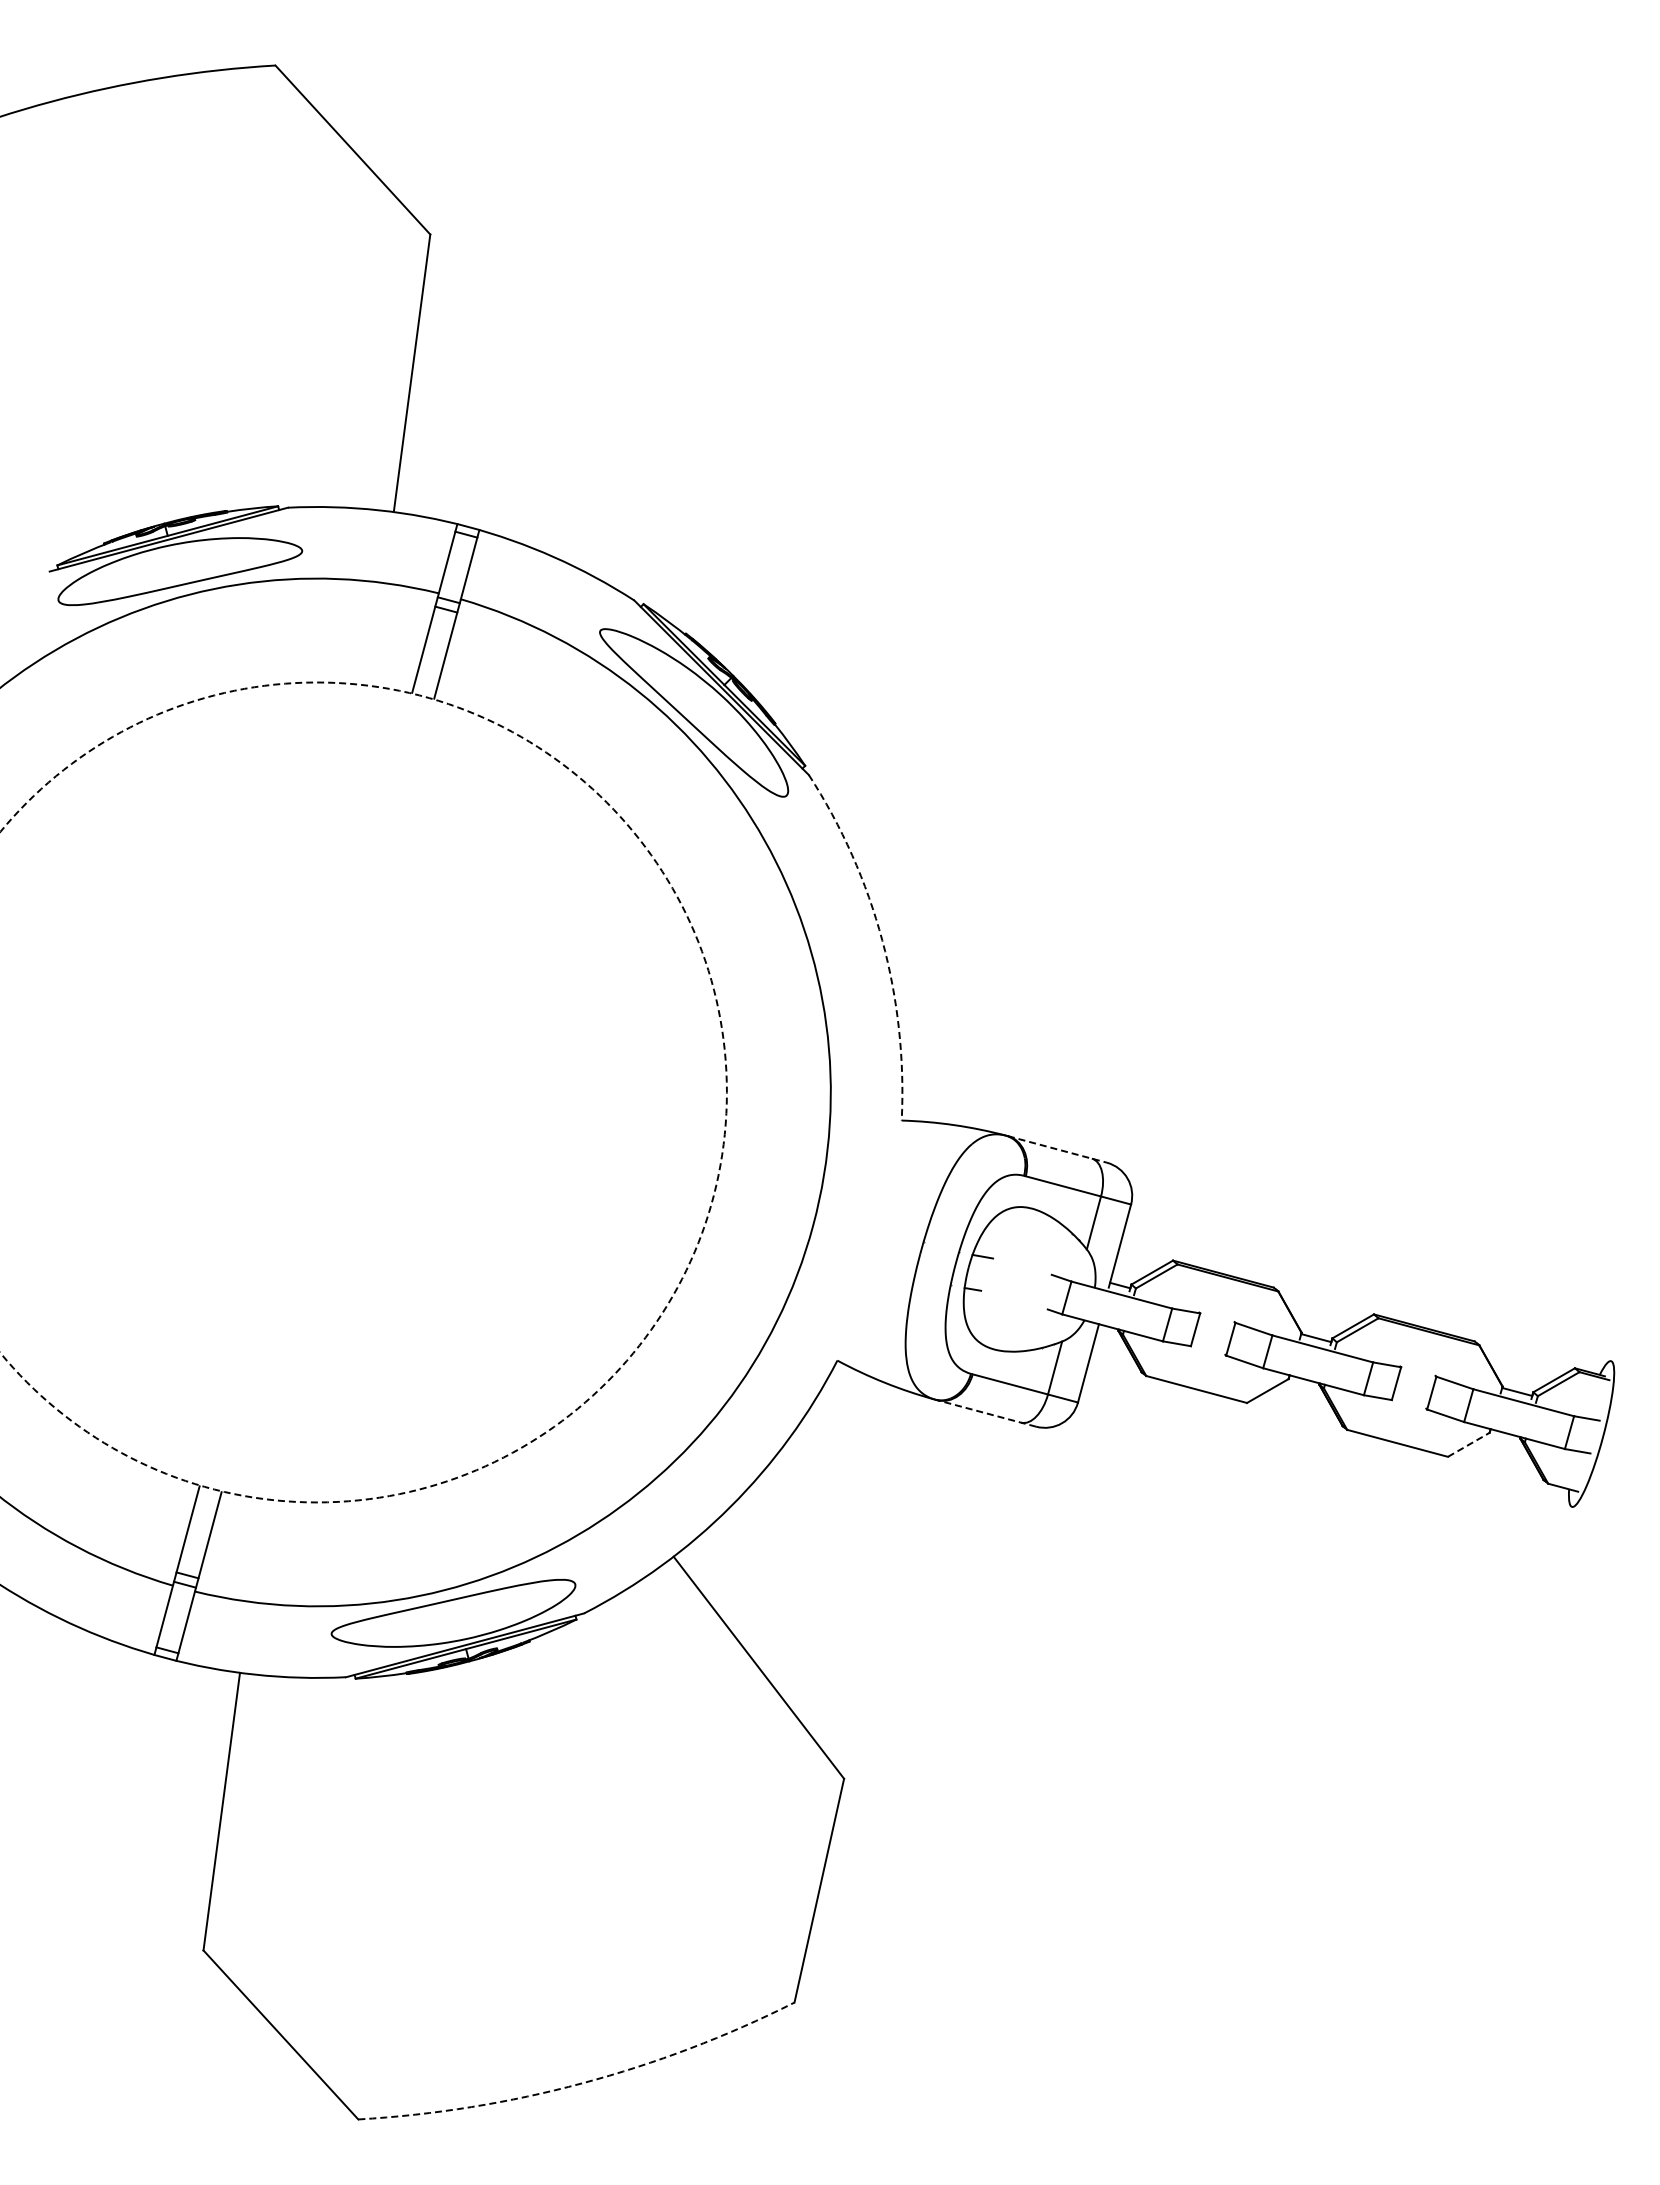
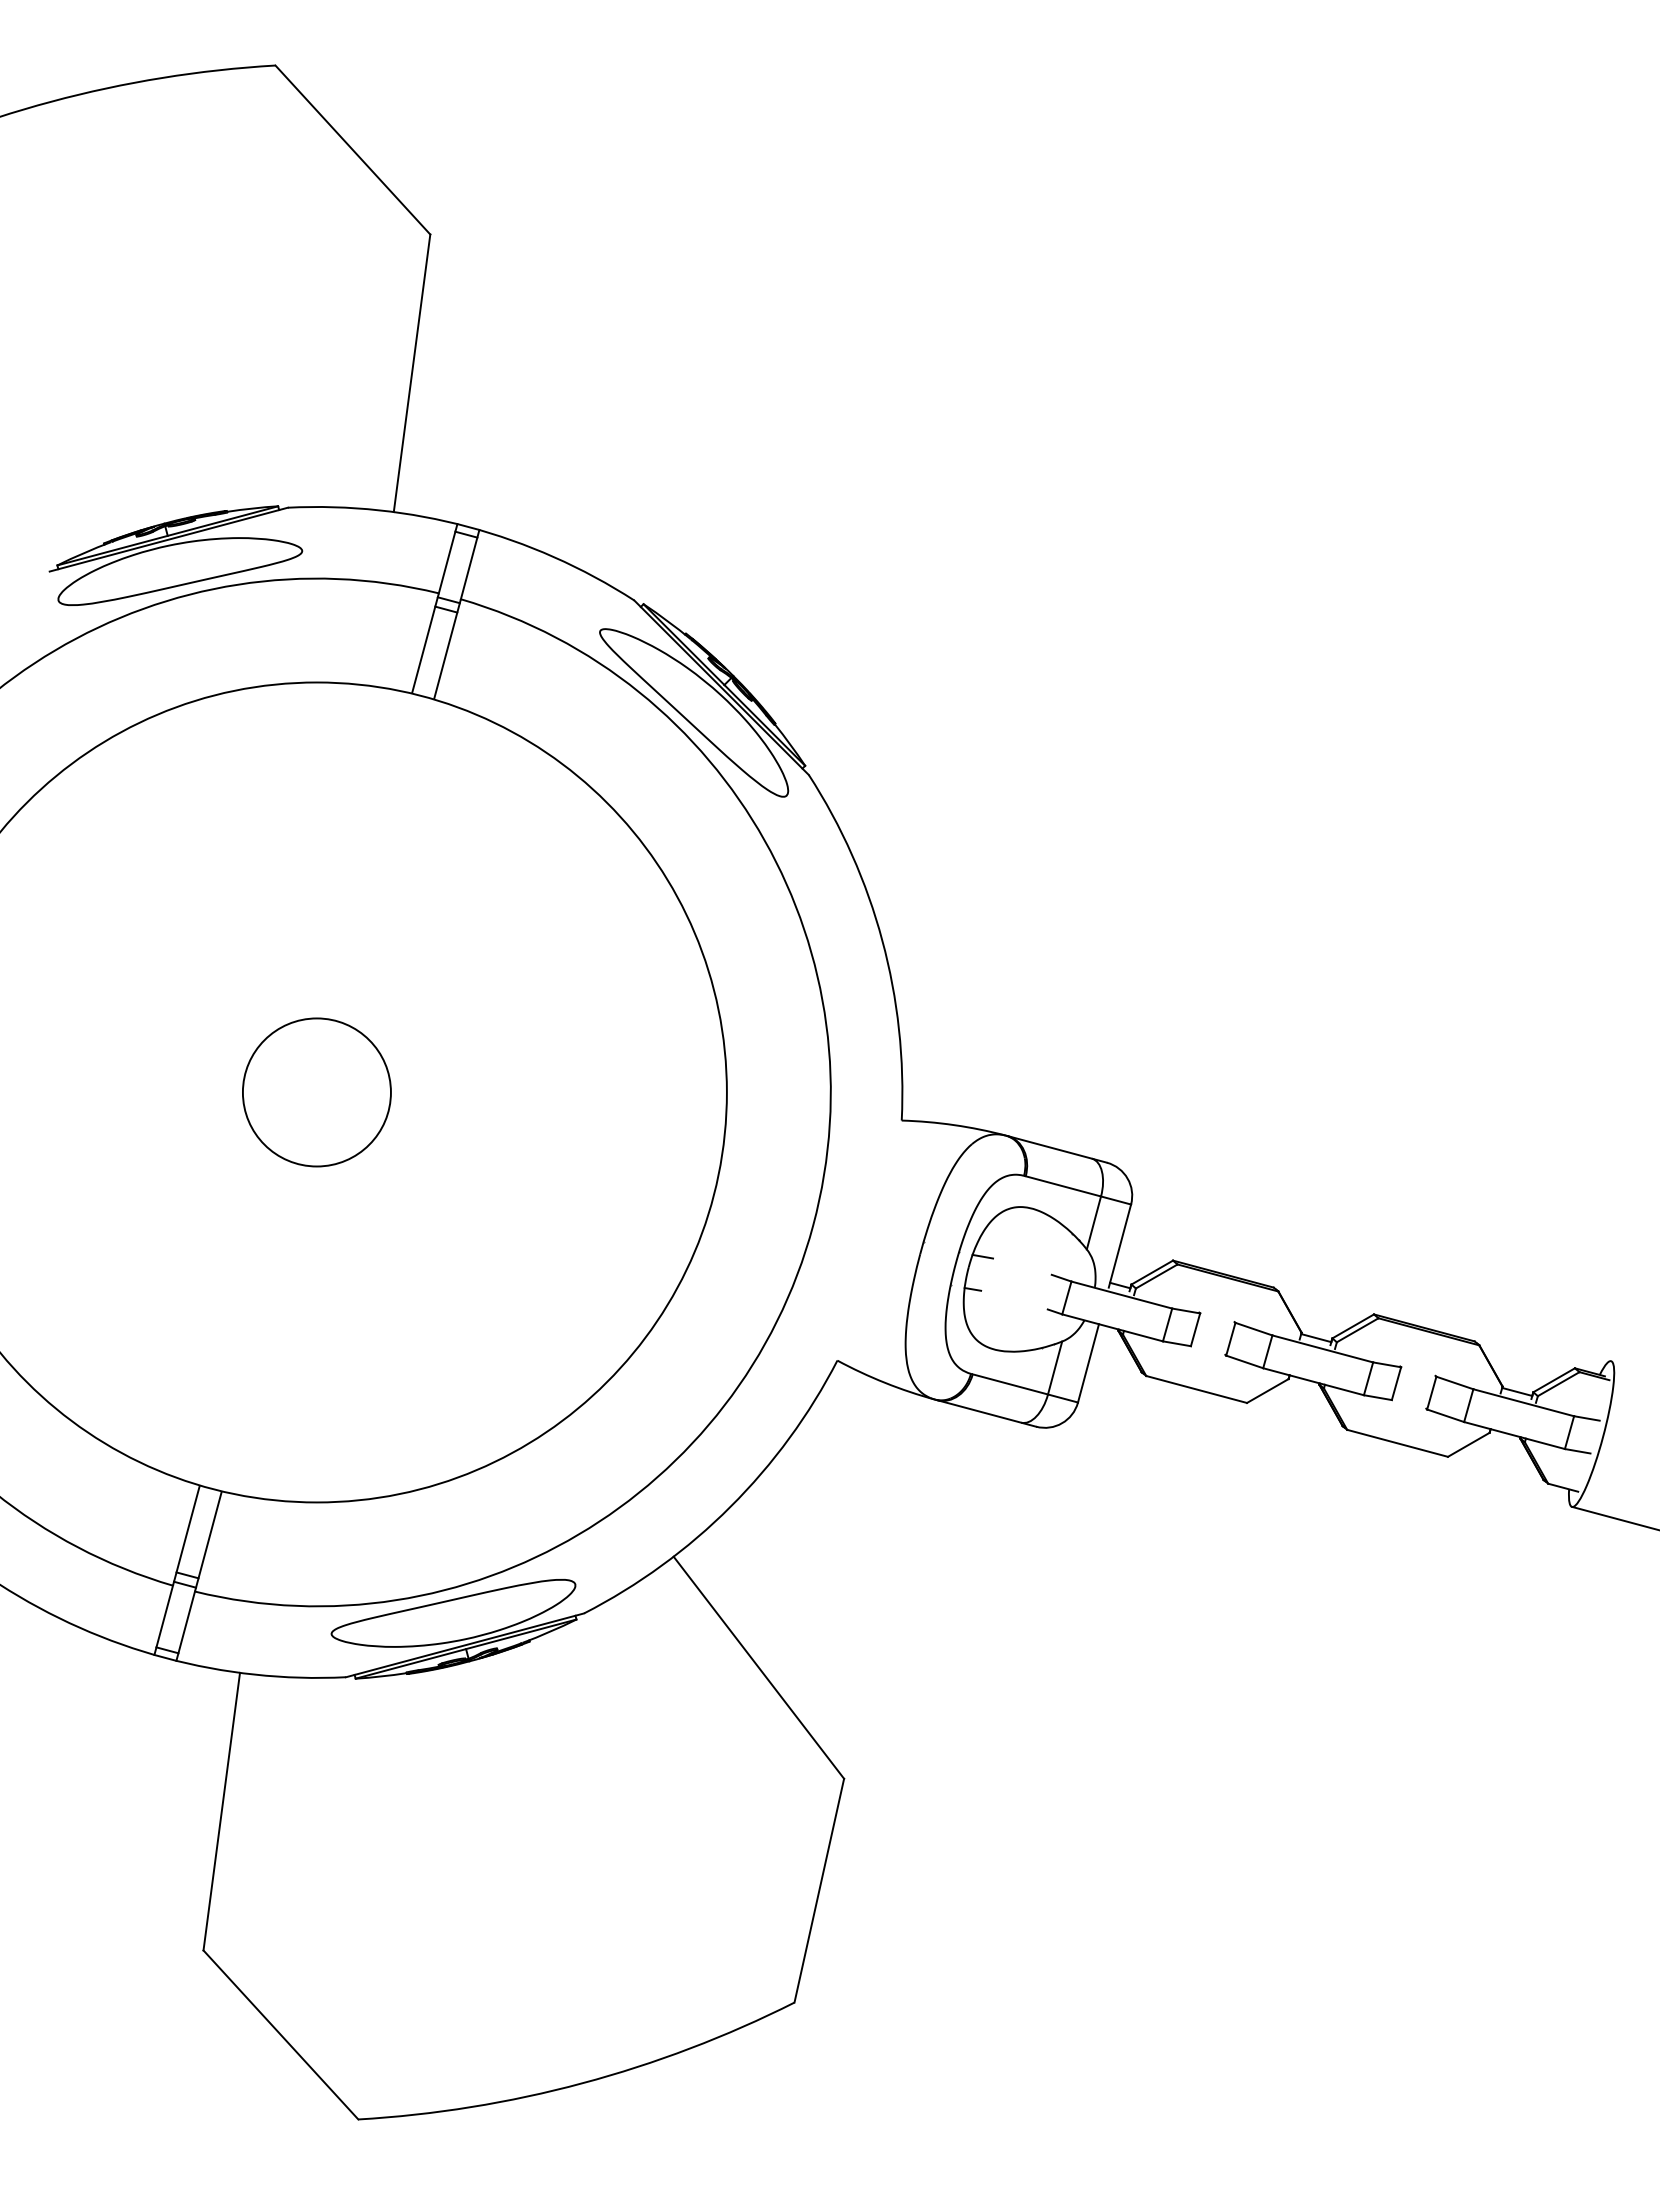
arc at (882, 940): dashed -> solid
circle at (316, 1092): none -> present
circle at (363, 1092): dashed -> solid
line at (1057, 1149): dashed -> solid
line at (986, 1413): dashed -> solid
line at (1469, 1444): dashed -> solid
line at (1614, 1517): none -> present
arc at (582, 2083): dashed -> solid
